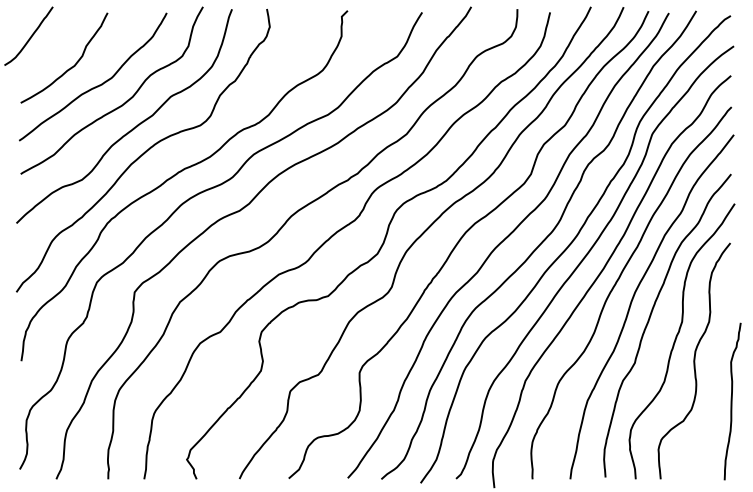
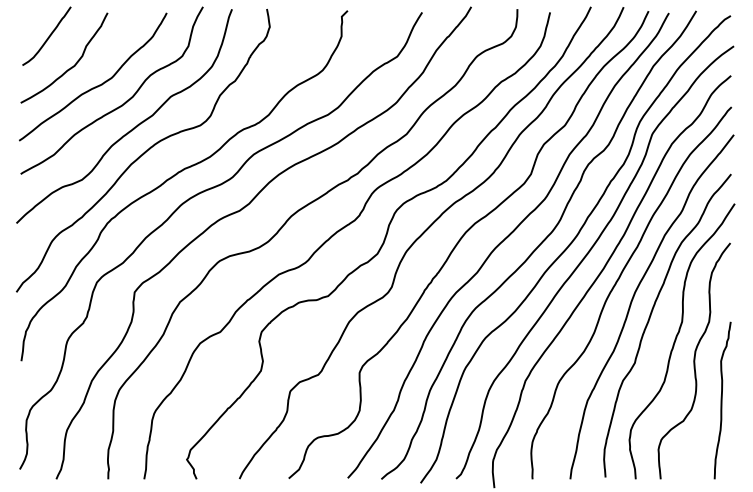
curve at (30, 36) position: (30, 36) -> (48, 36)
curve at (732, 401) position: (732, 401) -> (722, 400)
